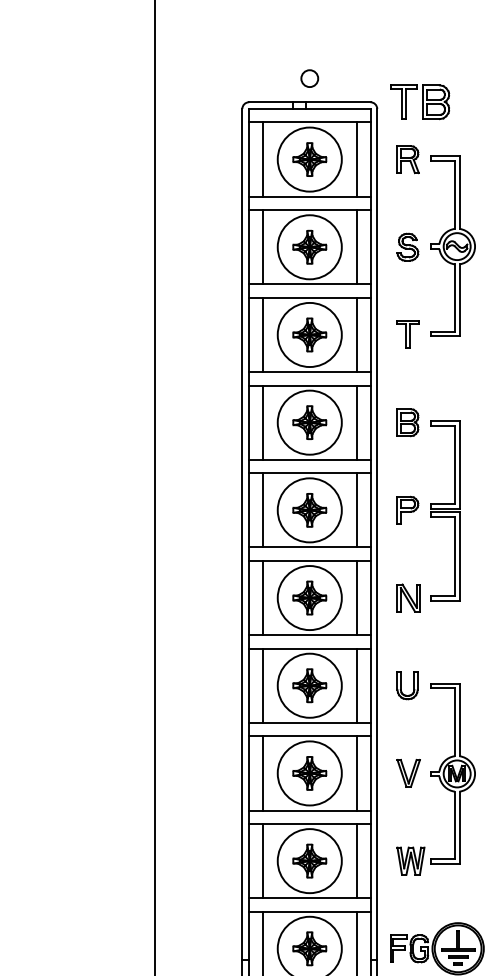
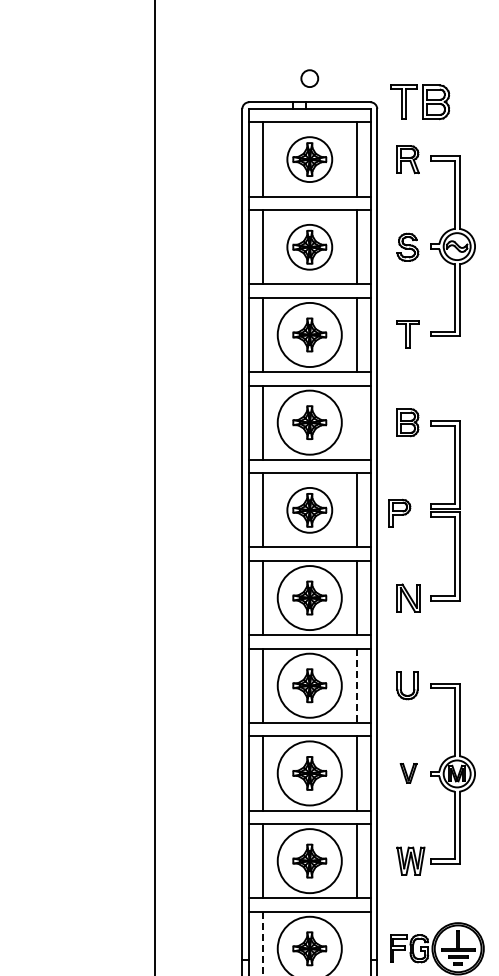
circle at (309, 159) diameter: 64 px -> 45 px
circle at (309, 247) diameter: 64 px -> 45 px
line at (357, 422): present -> none
part at (407, 509) position: (407, 509) -> (399, 512)
circle at (309, 510) diameter: 64 px -> 45 px
line at (357, 686): solid -> dashed
part at (408, 773) size: 25x29 px -> 19x21 px
line at (357, 941): present -> none
line at (262, 943): solid -> dashed
